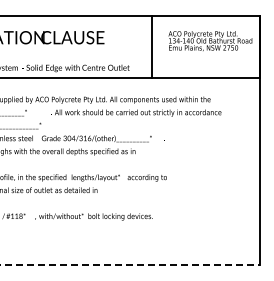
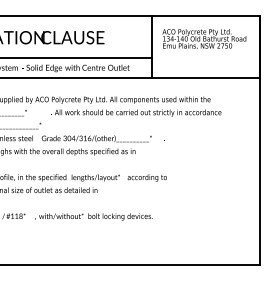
text at (210, 40) position: (210, 40) -> (204, 38)
line at (77, 58): none -> present
line at (129, 265): dashed -> solid
